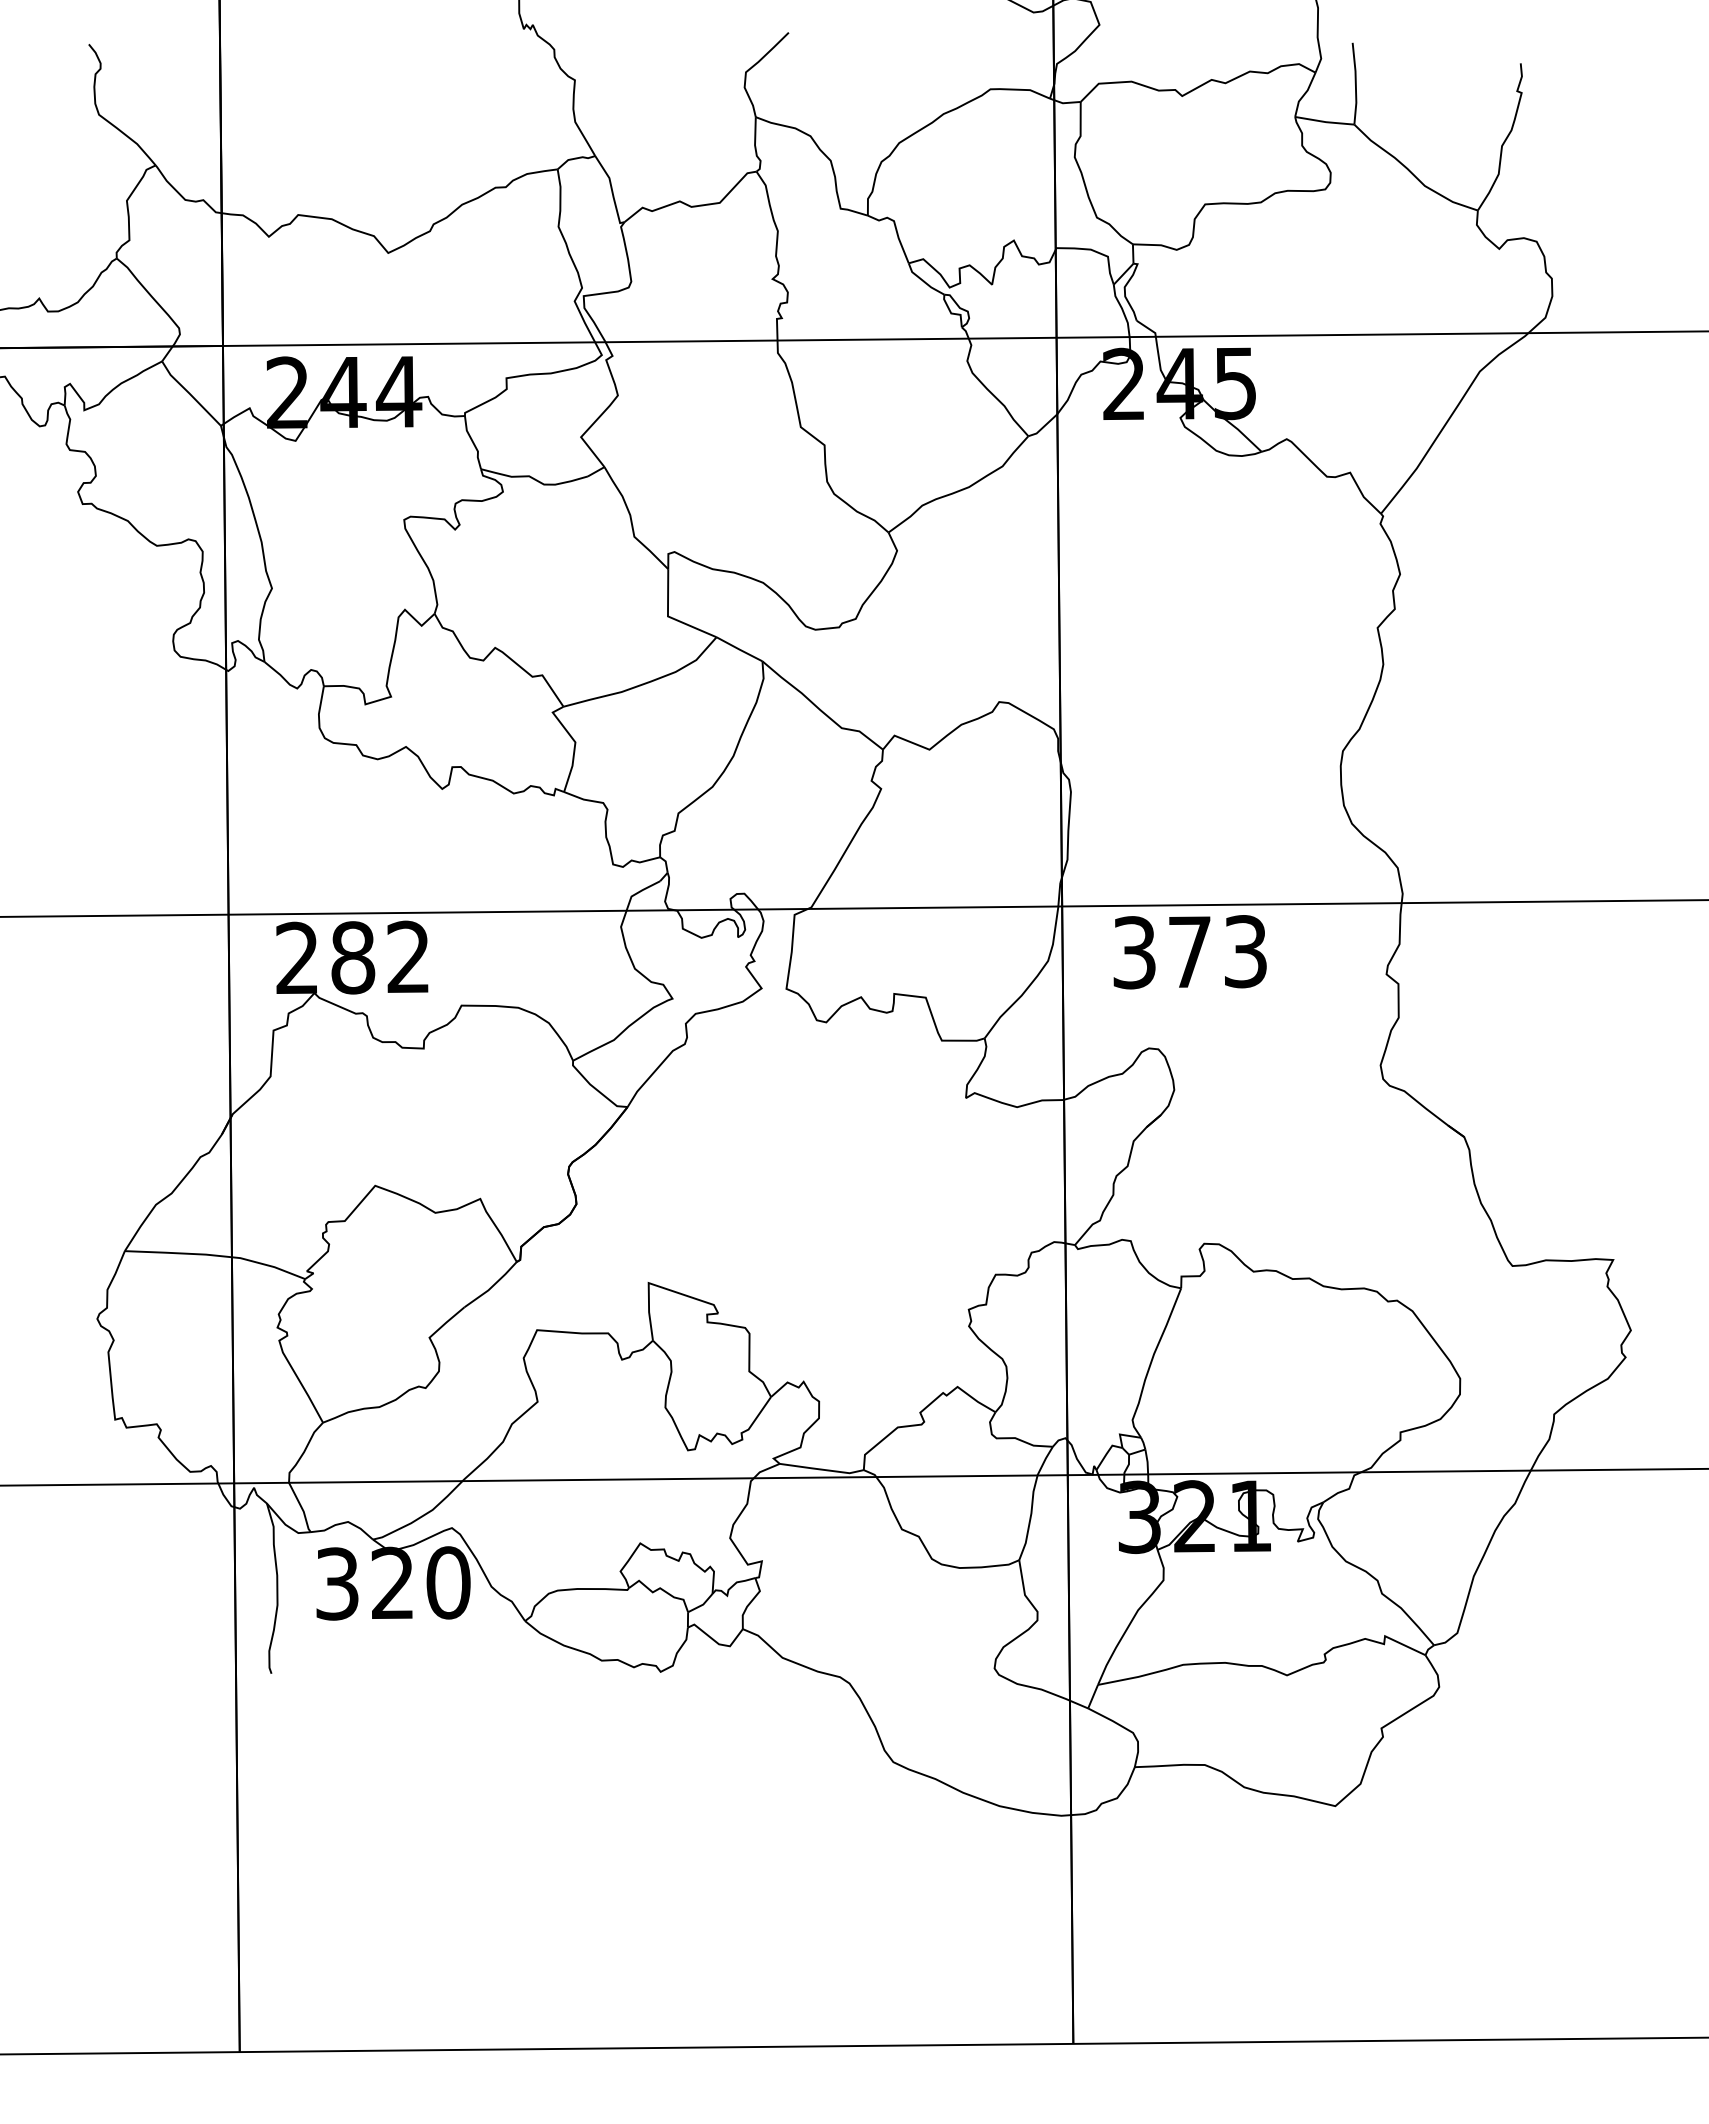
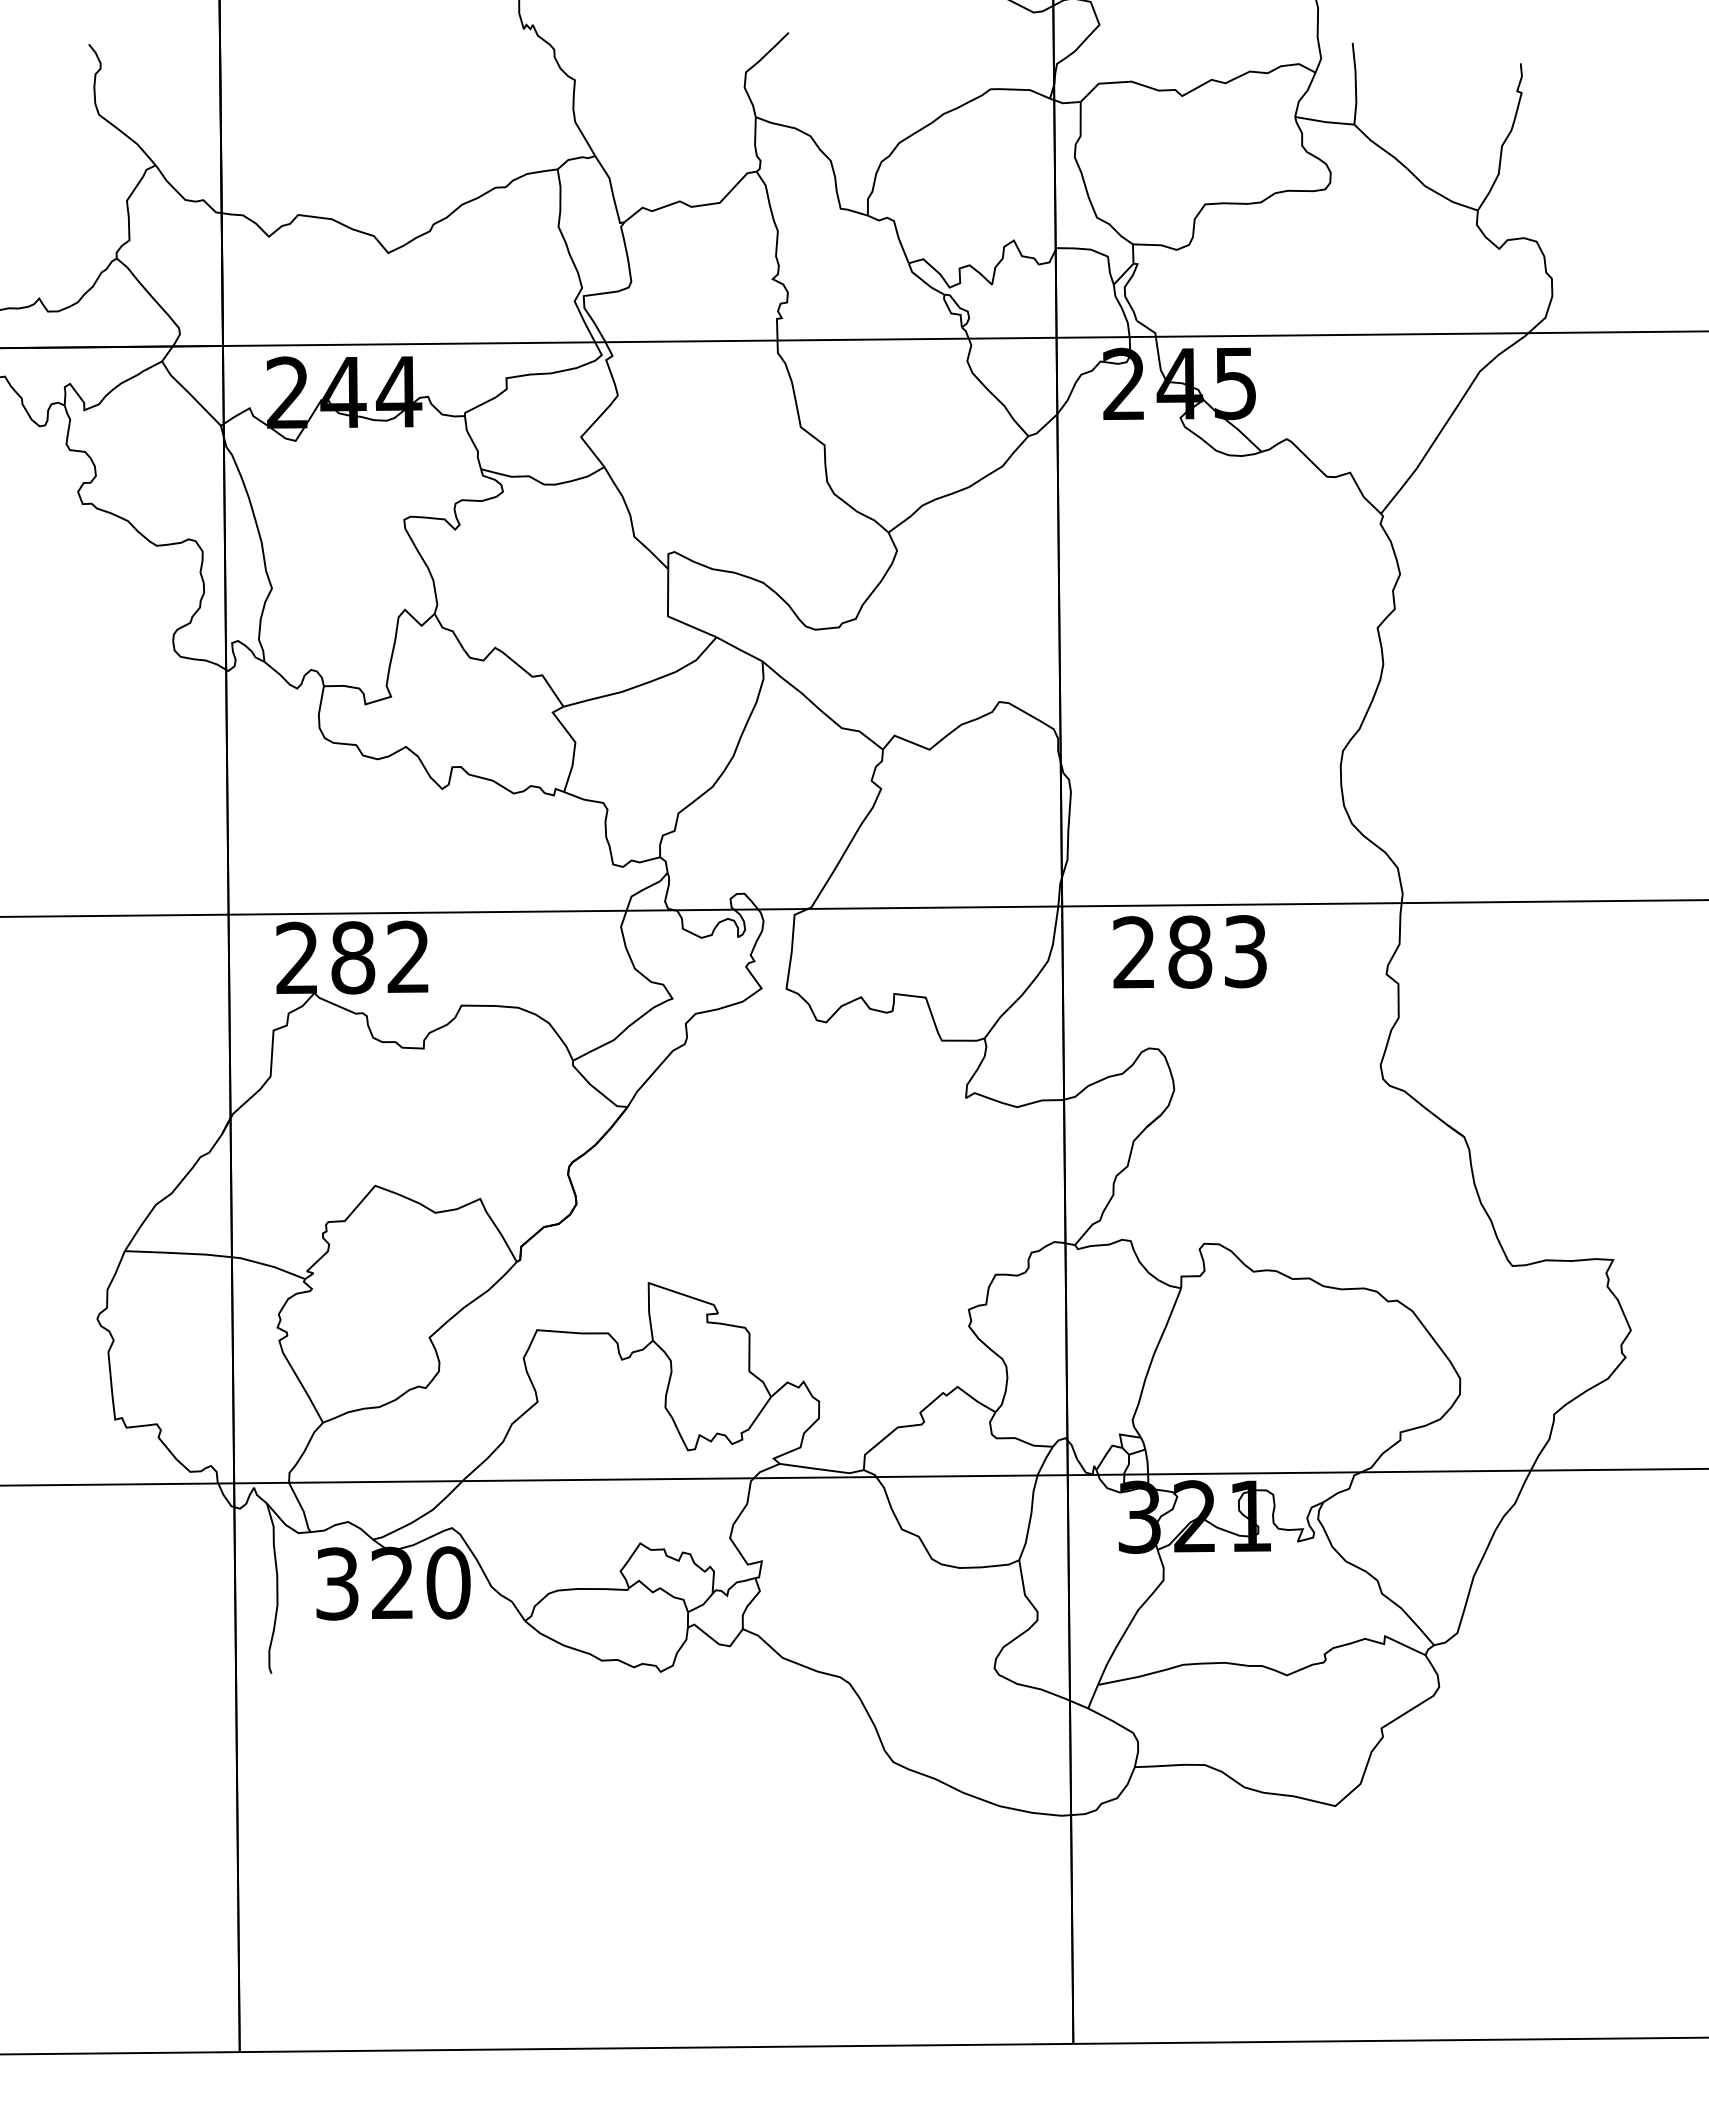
text at (1162, 952): 373 -> 283
